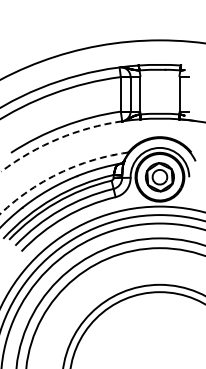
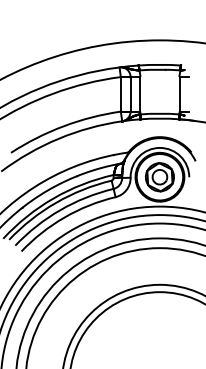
arc at (58, 138): dashed -> solid
arc at (59, 173): dashed -> solid
